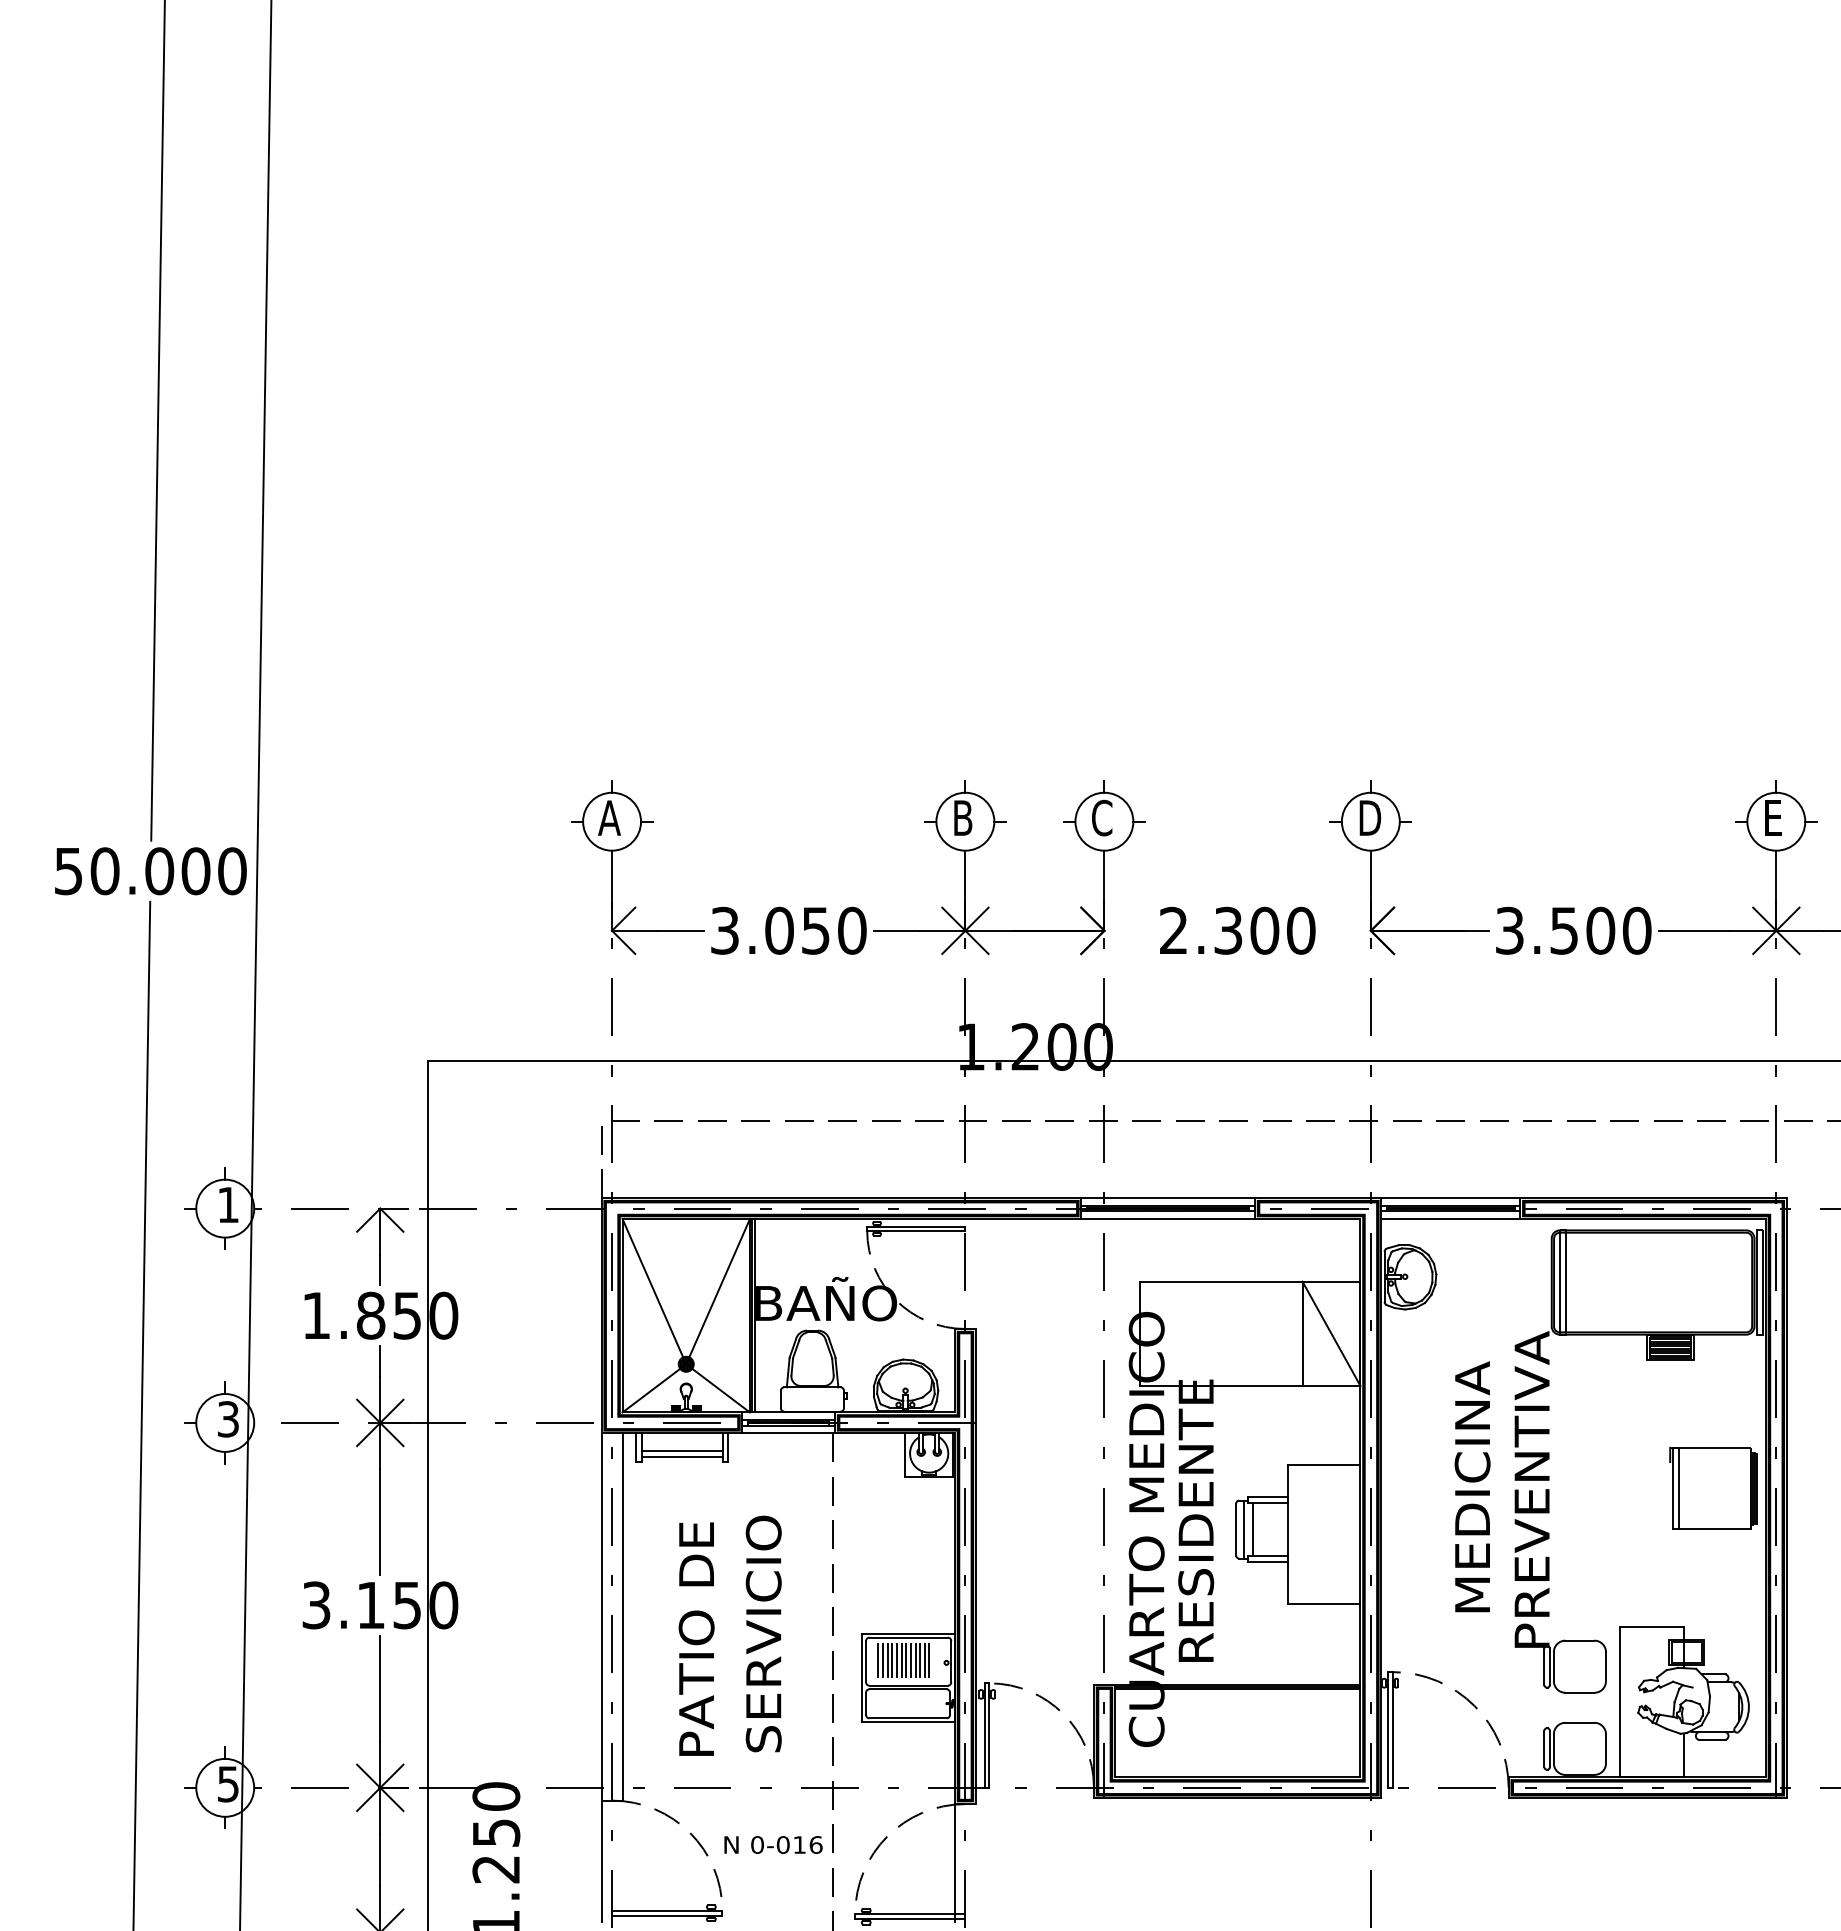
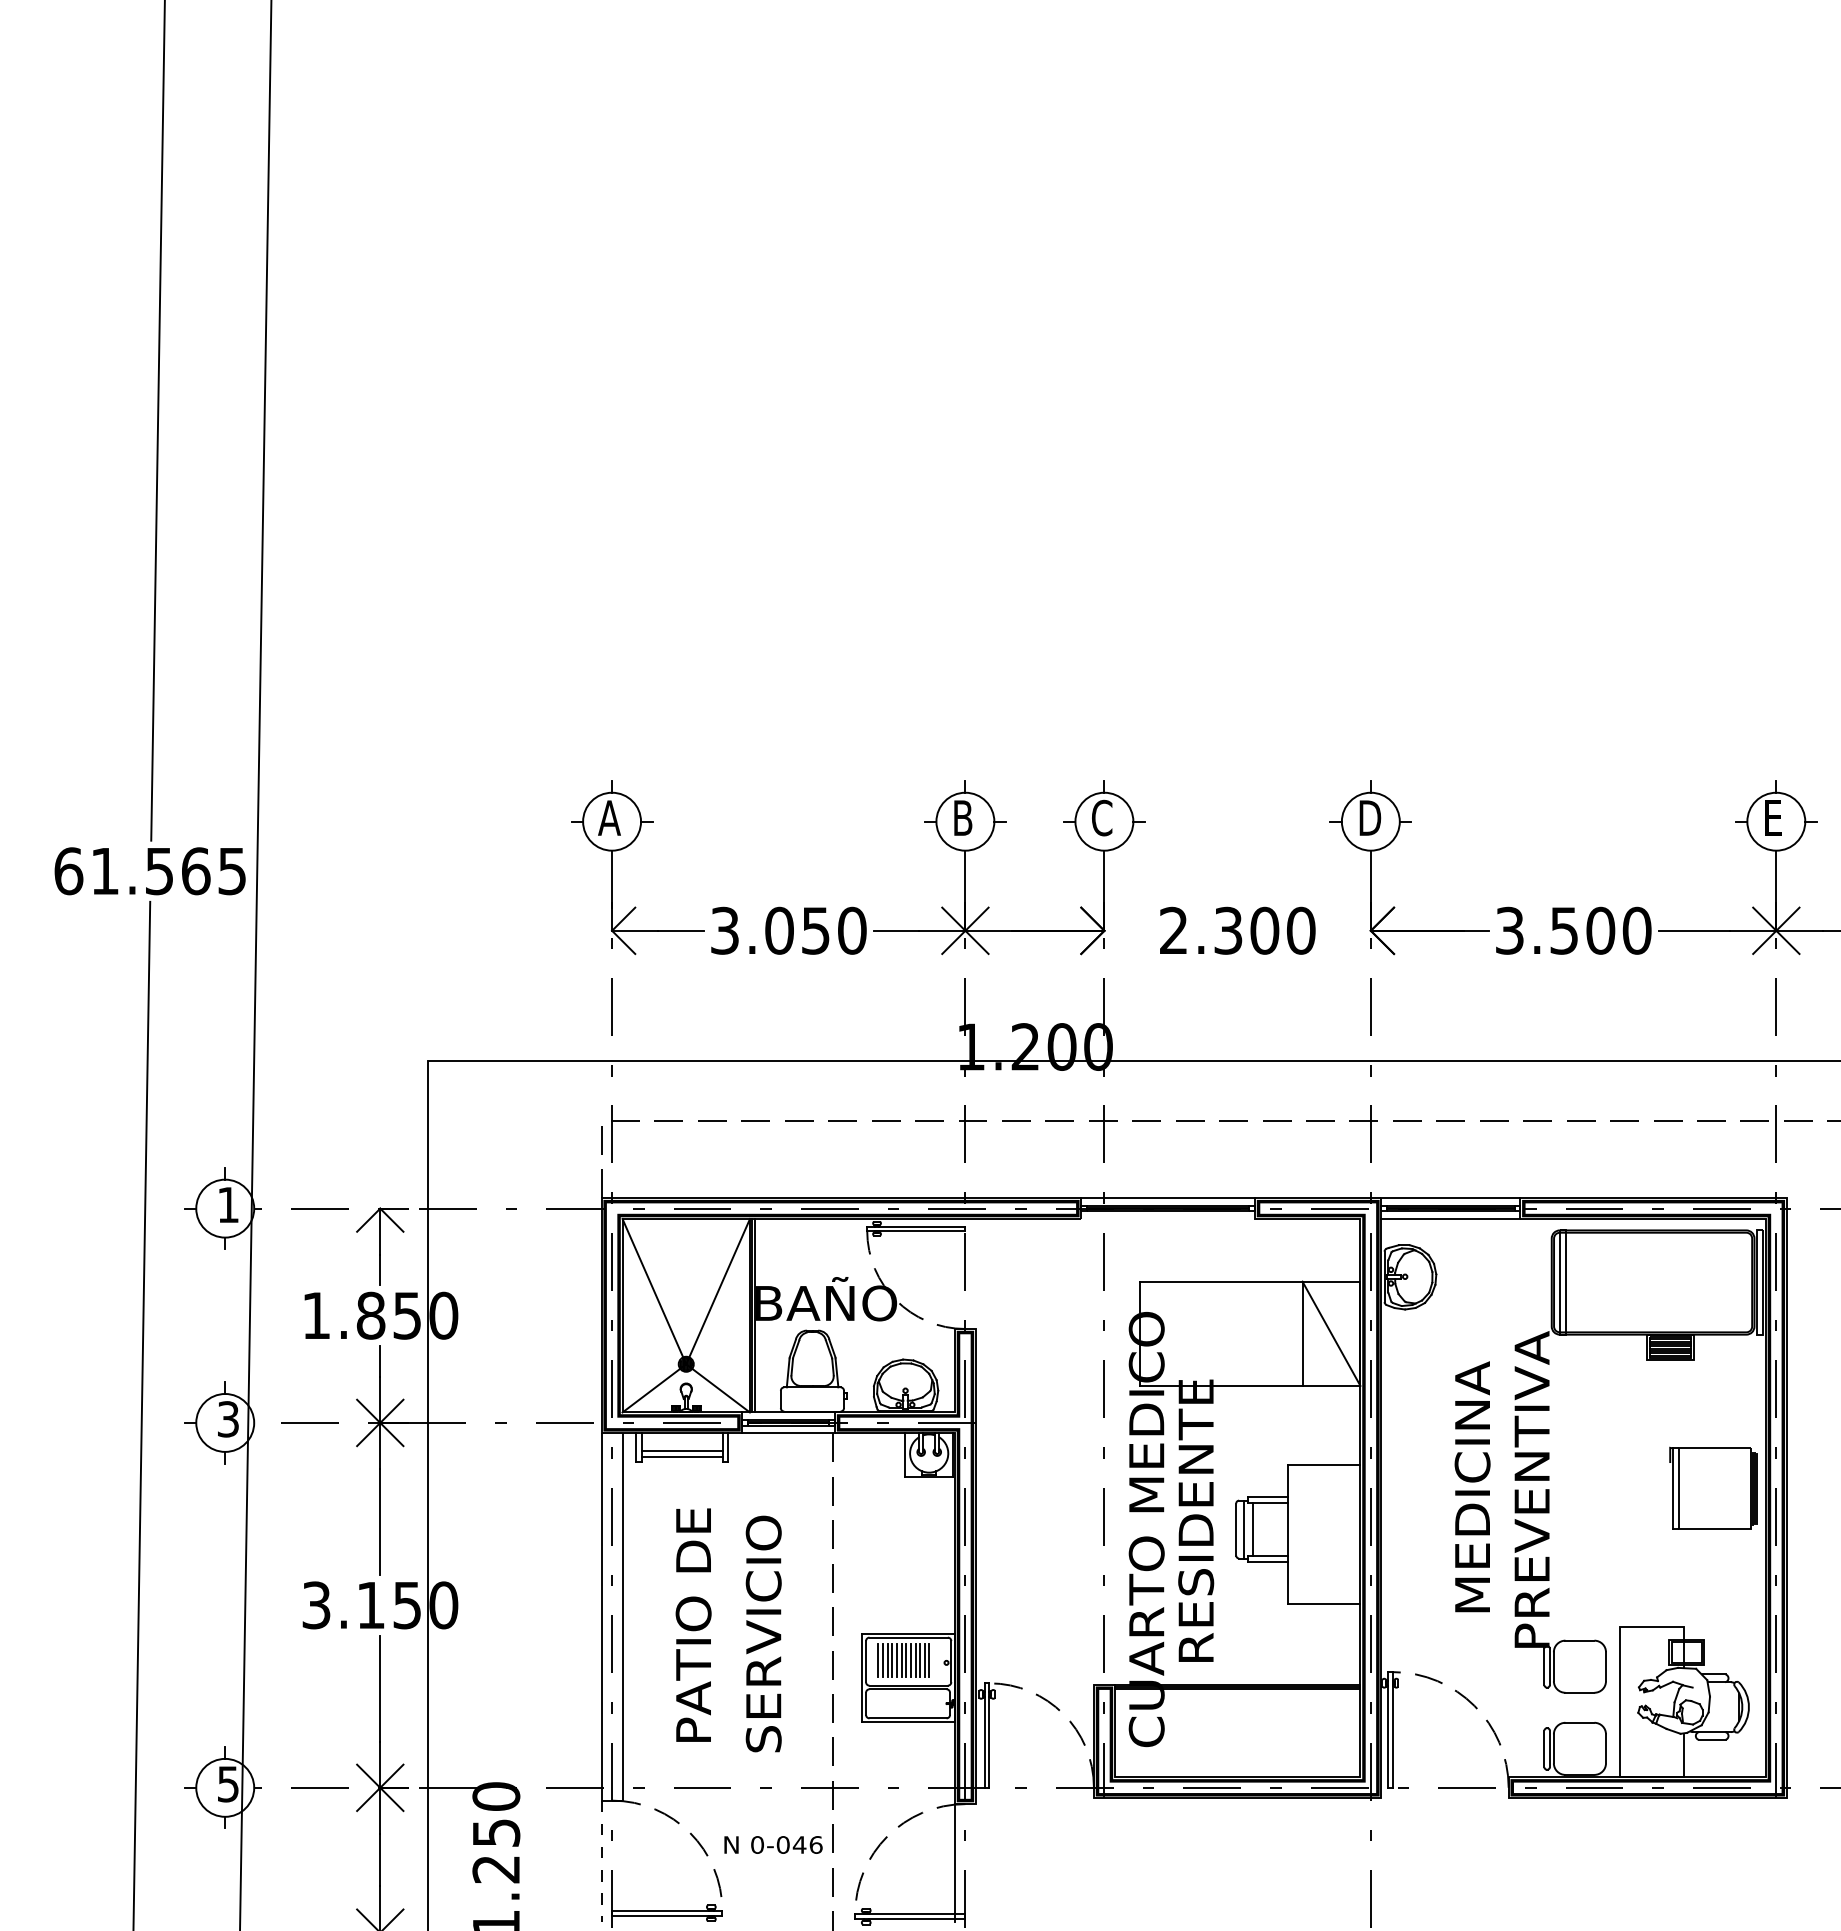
text at (150, 871): 50.000 -> 61.565
line at (1168, 1219): present -> none
text at (696, 1638) position: (696, 1638) -> (693, 1624)
text at (799, 1844): 0-016 -> 0-046
line at (601, 1861): solid -> dashed
